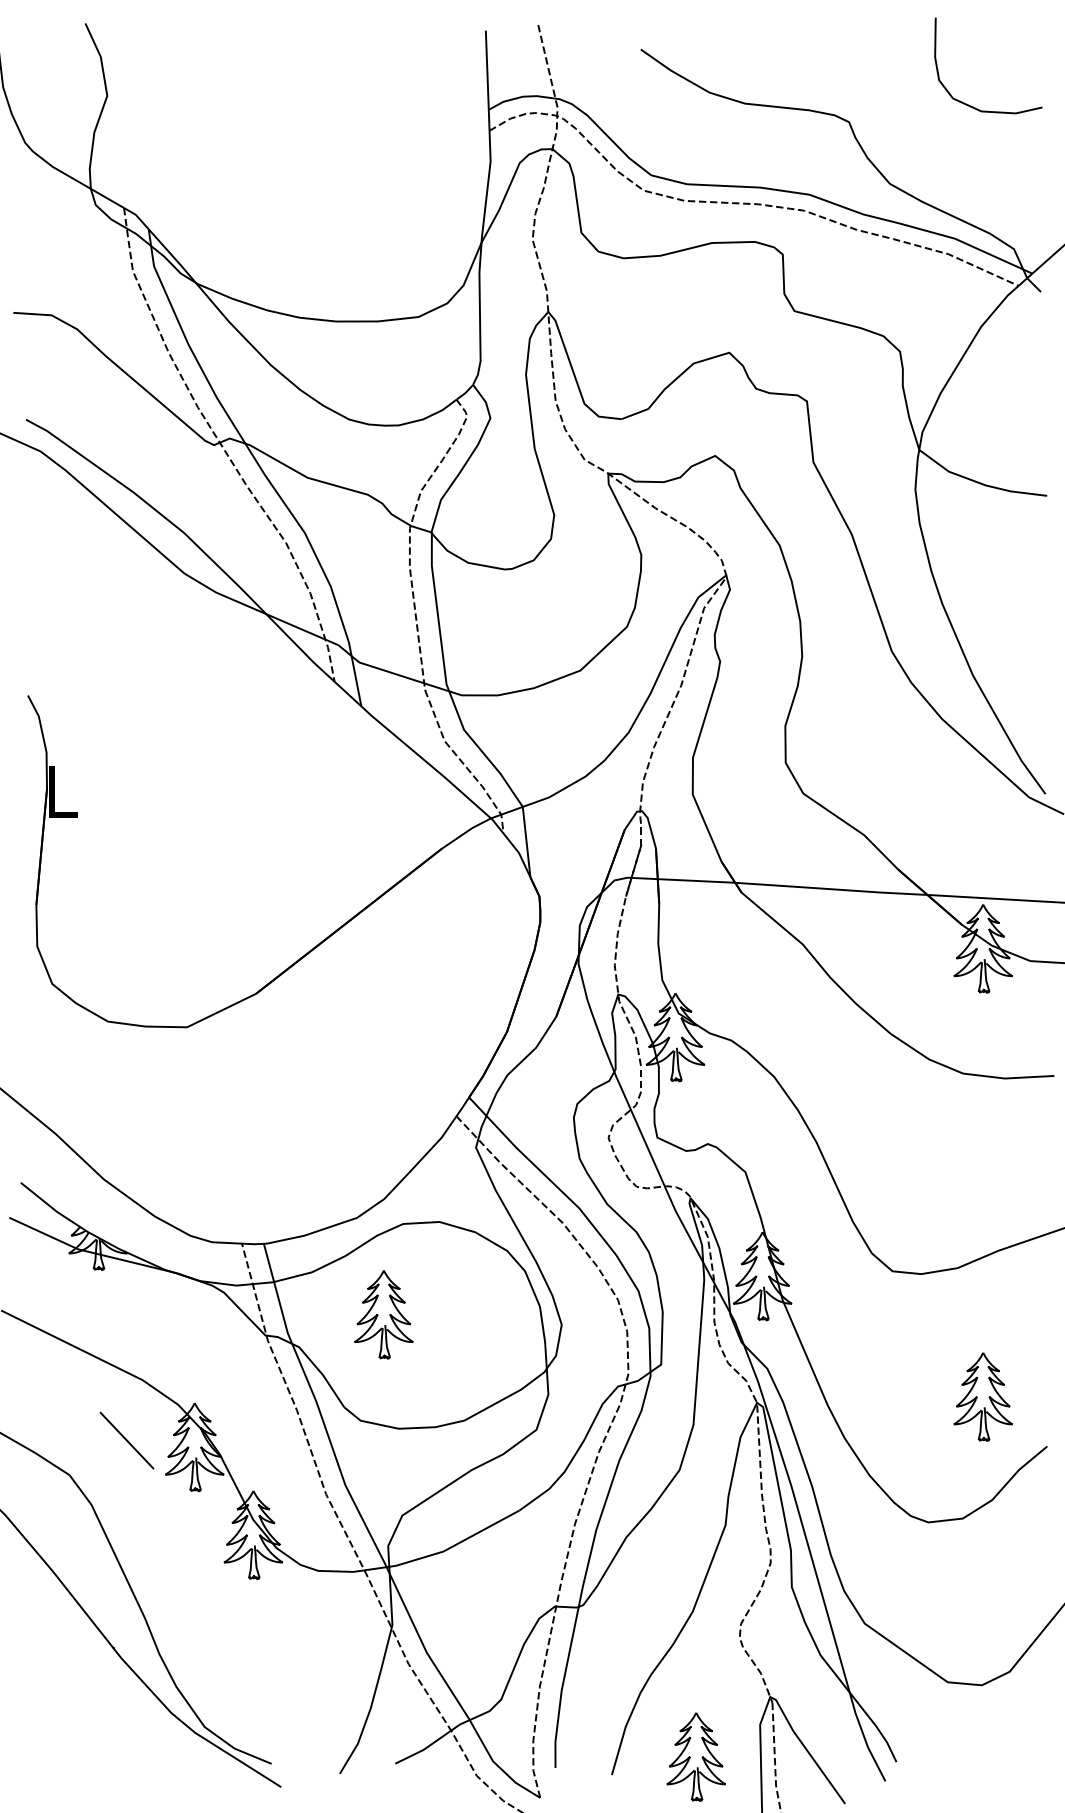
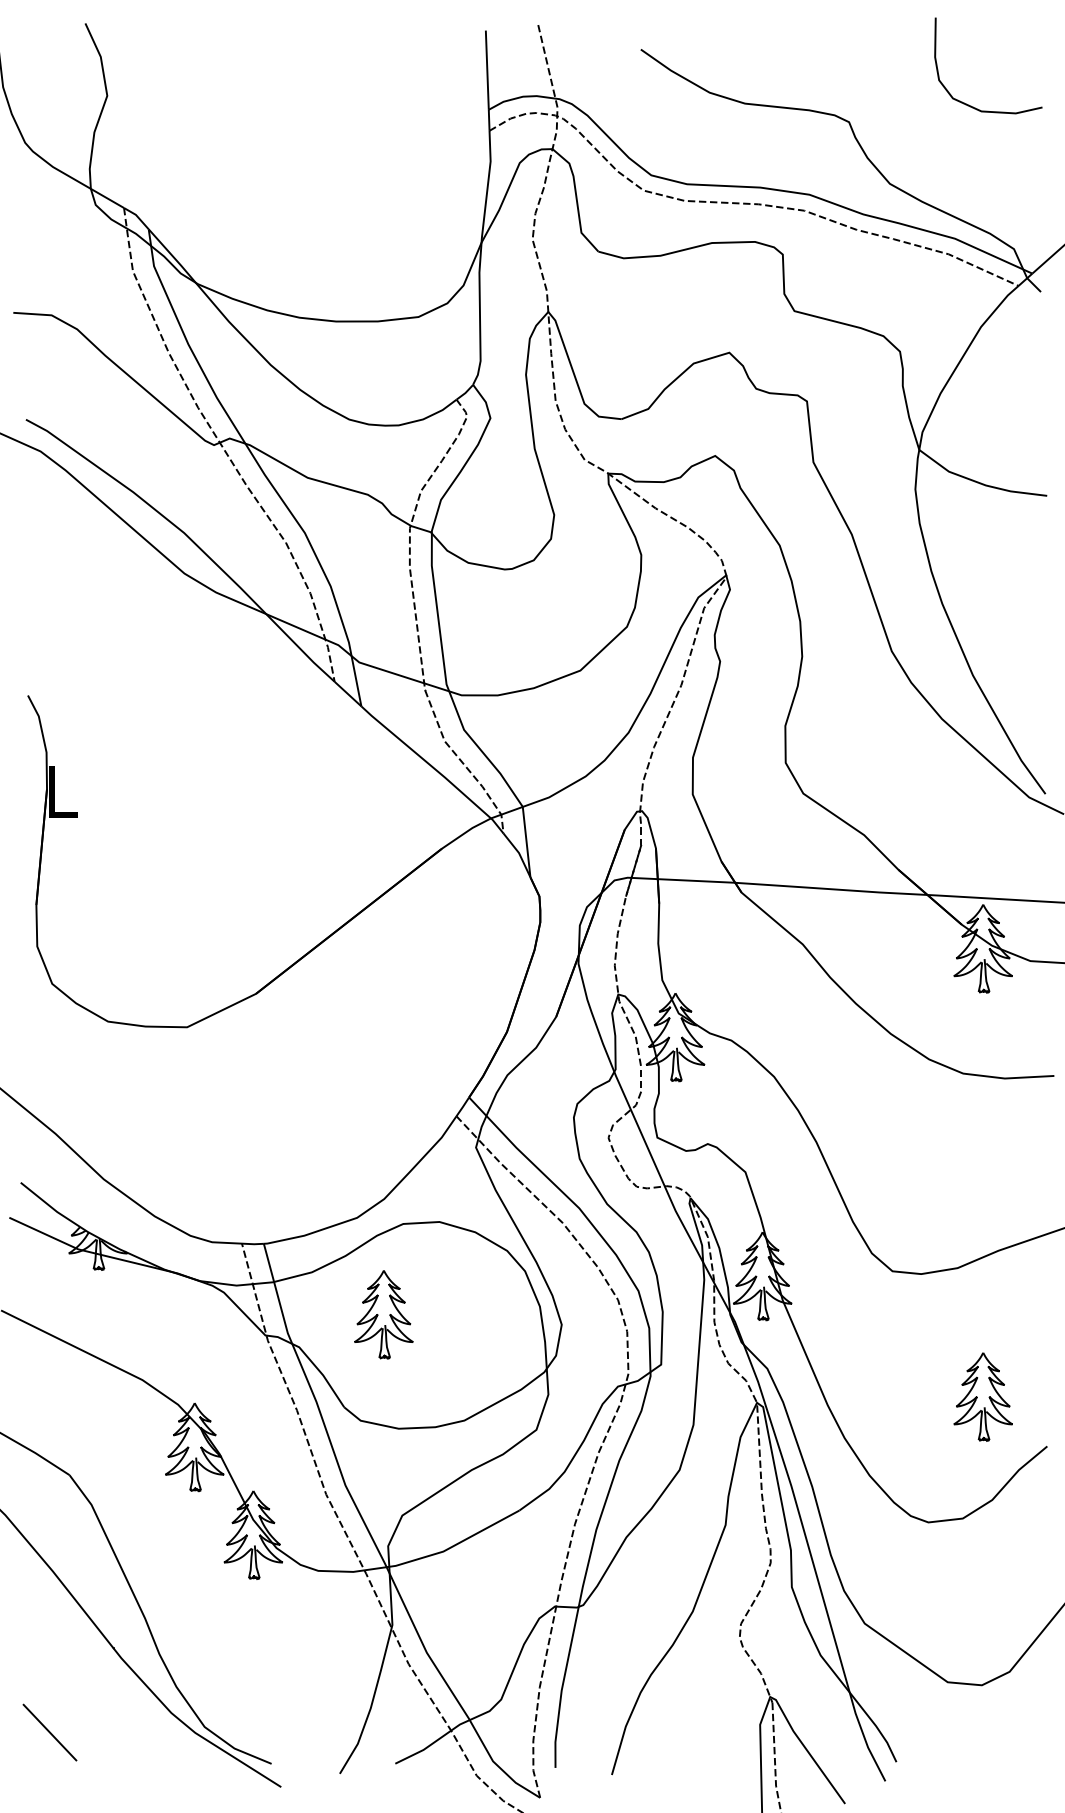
line at (126, 1440) position: (126, 1440) -> (49, 1732)
part at (695, 1756): present -> none
